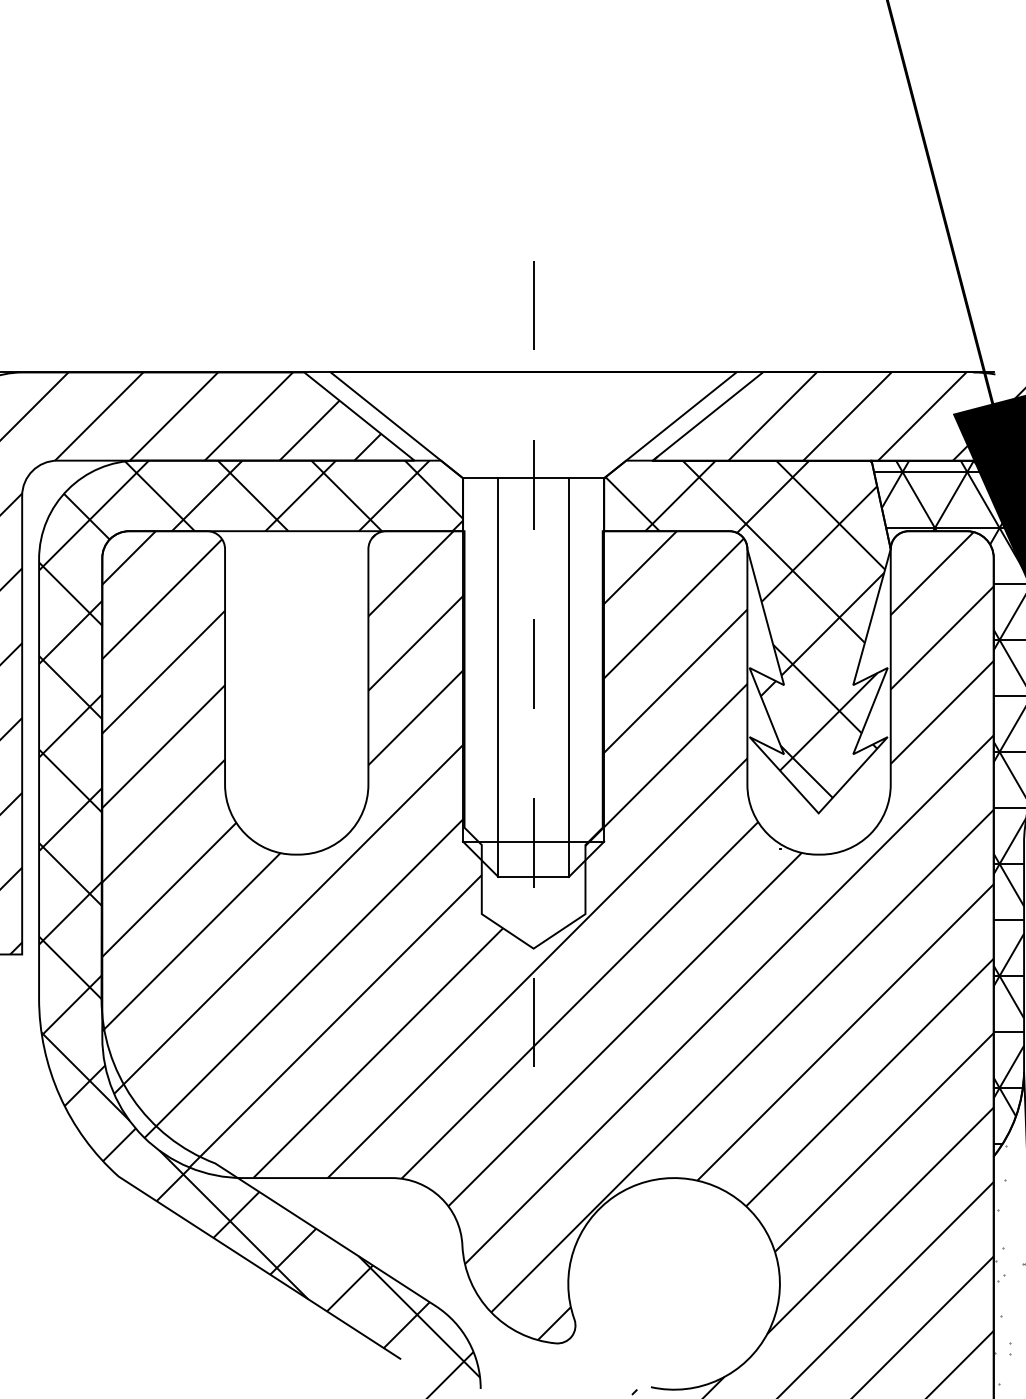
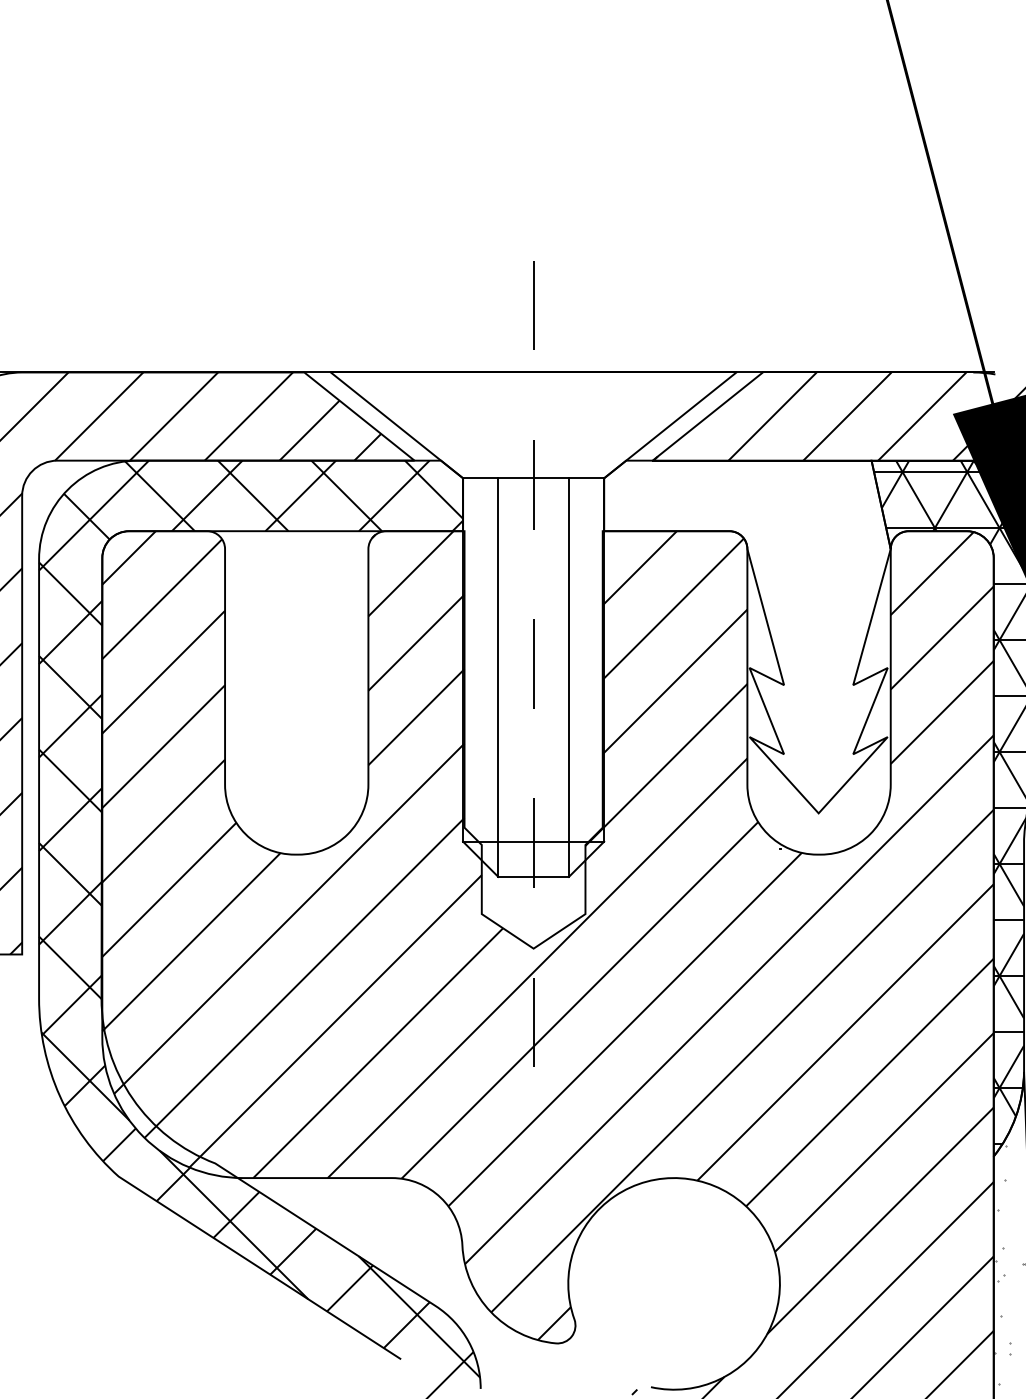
hatch at (744, 628): present -> none
